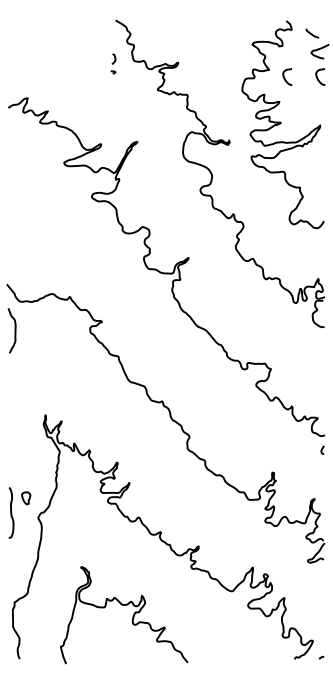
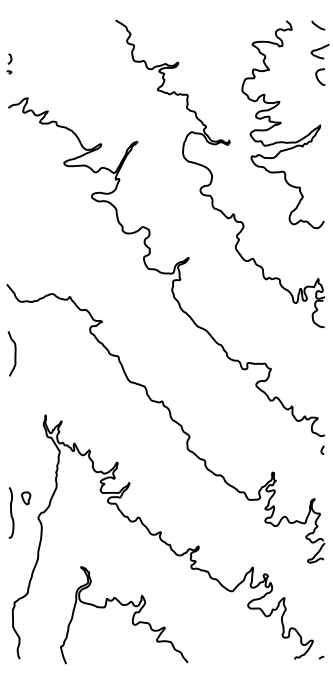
curve at (312, 33) position: (312, 33) -> (318, 25)
part at (113, 63) position: (113, 63) -> (9, 63)
curve at (285, 78): present -> none
curve at (14, 330) position: (14, 330) -> (14, 353)
